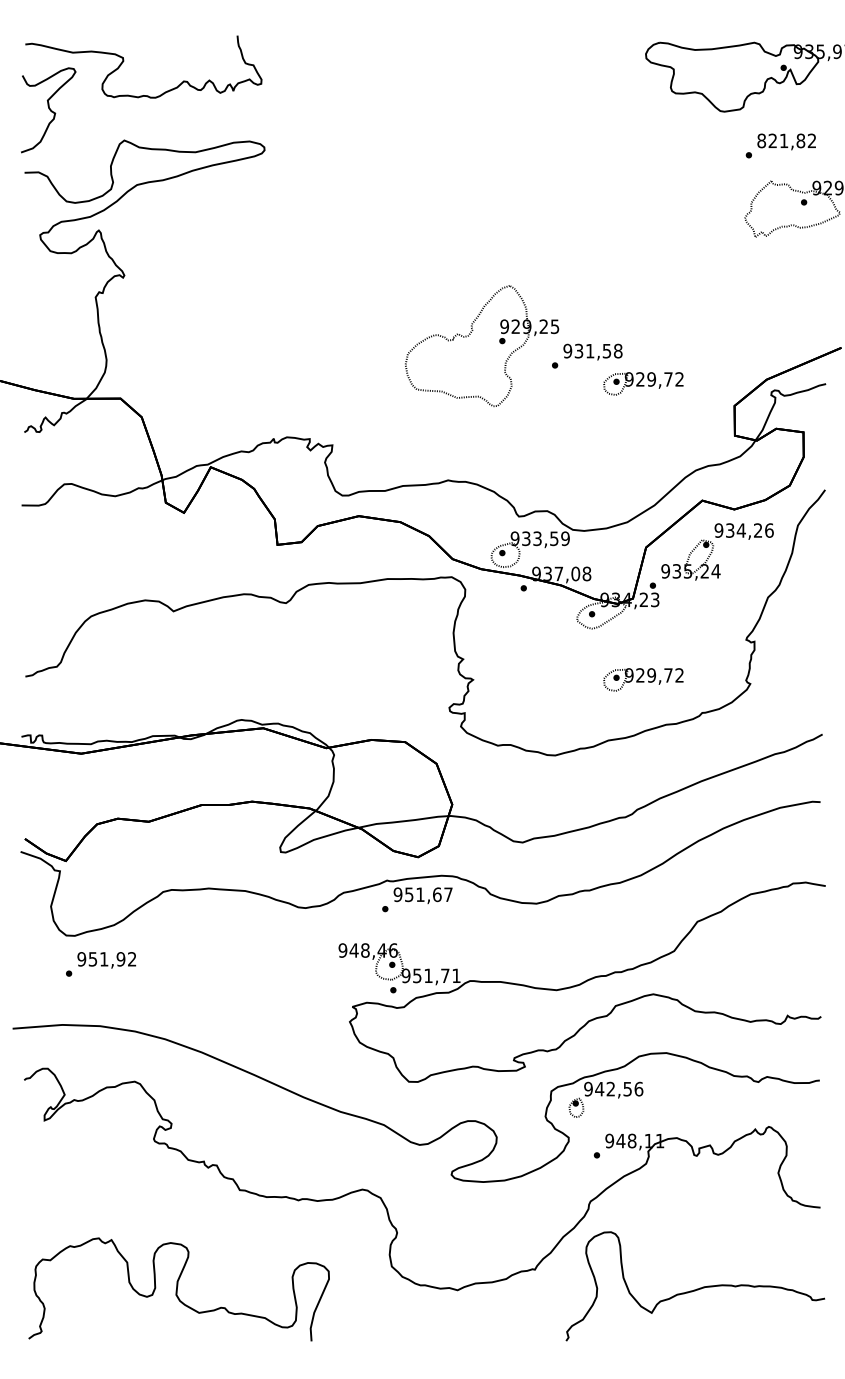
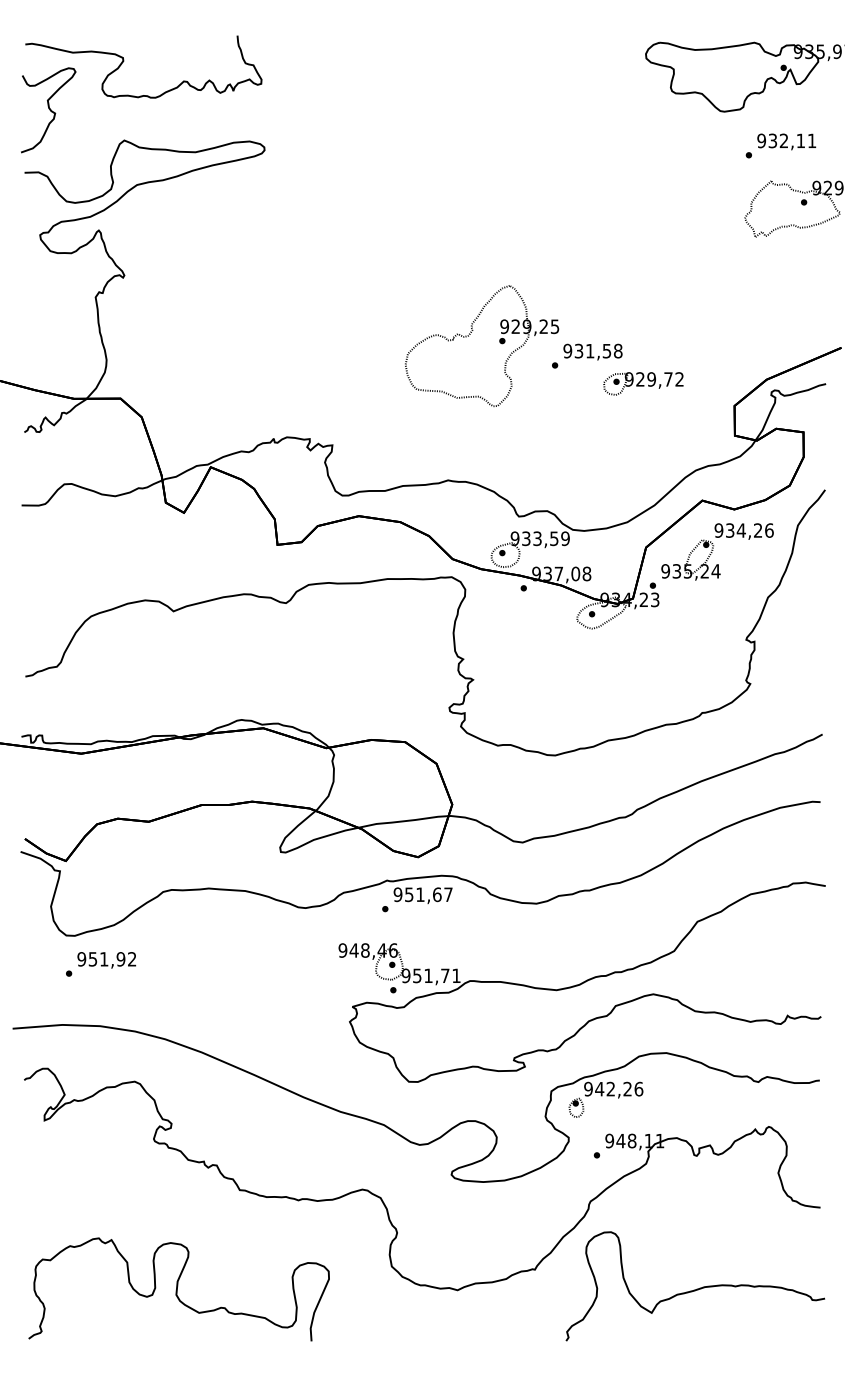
text at (786, 140): 821,82 -> 932,11
part at (643, 679): present -> none
text at (627, 1088): 942,56 -> 942,26
